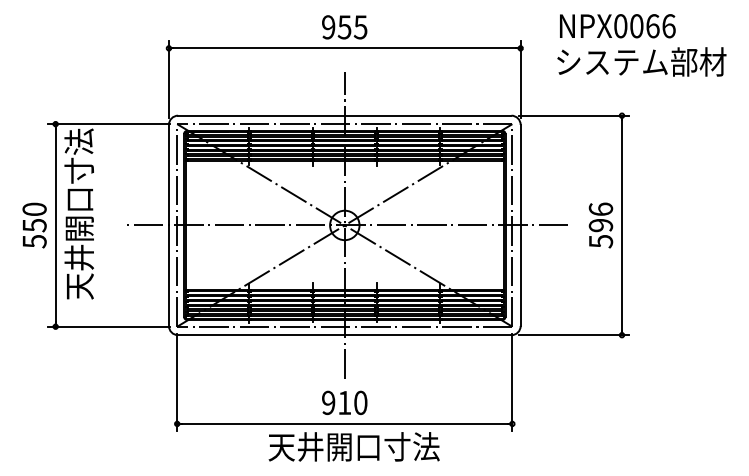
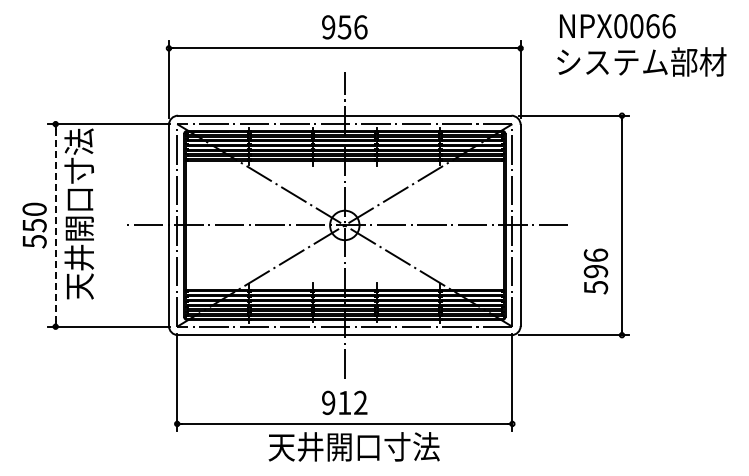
text at (360, 27): 955 -> 956
line at (55, 225): solid -> dashed
text at (600, 225) position: (600, 225) -> (595, 271)
text at (360, 402): 910 -> 912
